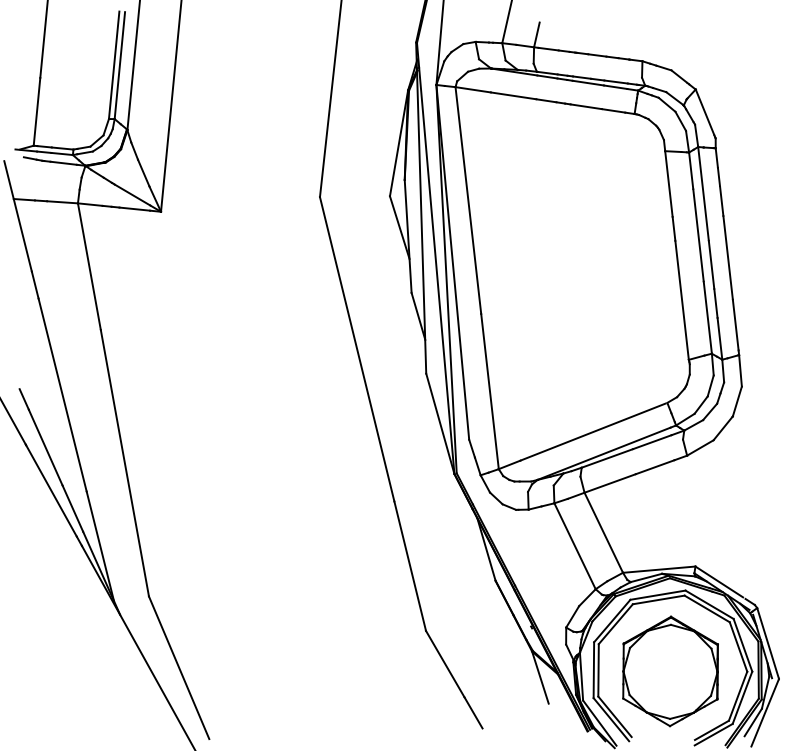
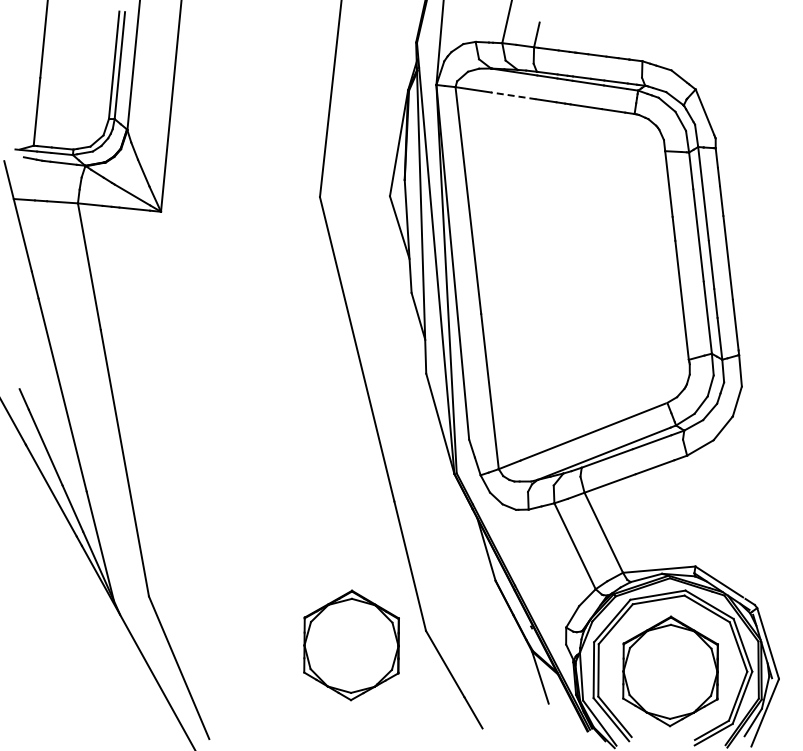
line at (513, 95): solid -> dashed
part at (351, 645): none -> present
